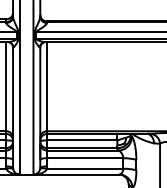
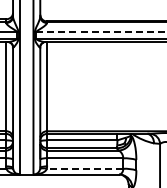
line at (101, 32): solid -> dashed
line at (84, 168): solid -> dashed
